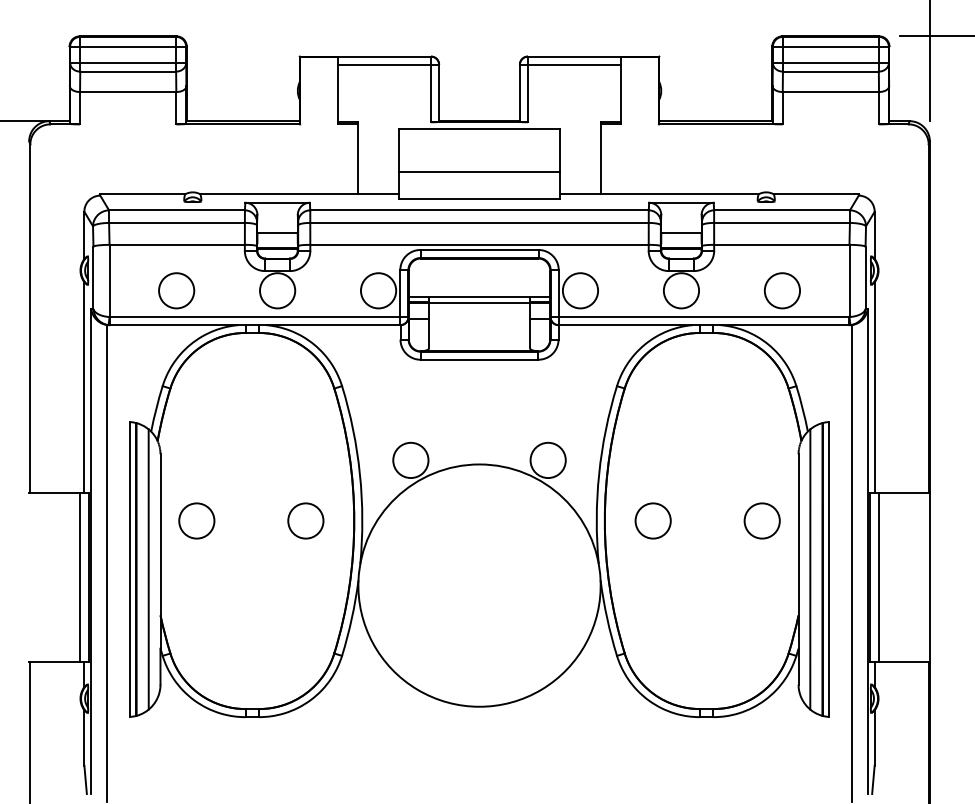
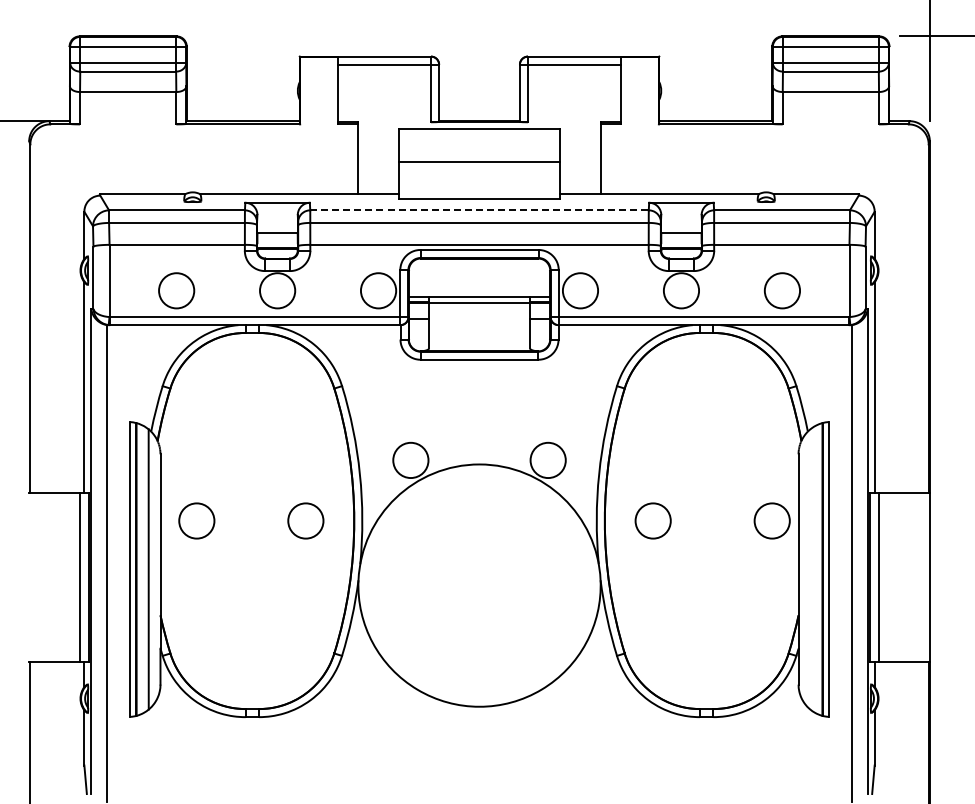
line at (479, 171) position: (479, 171) -> (479, 161)
line at (480, 210): solid -> dashed
circle at (761, 520) position: (761, 520) -> (771, 520)
line at (810, 569): present -> none
